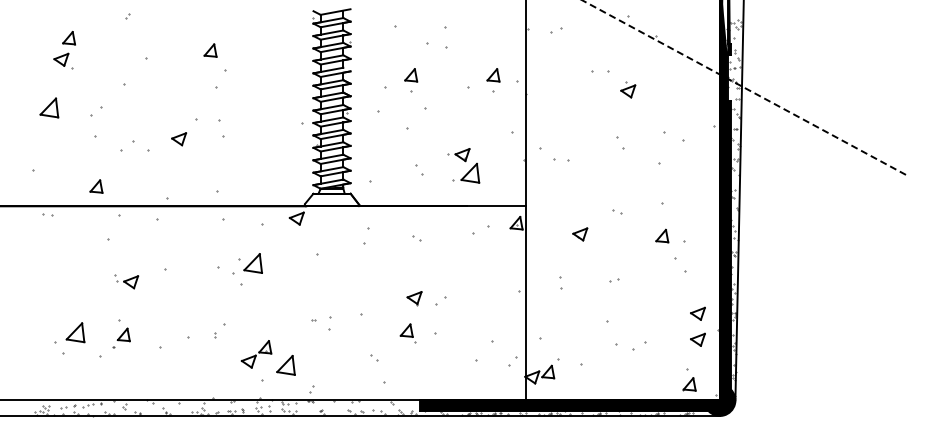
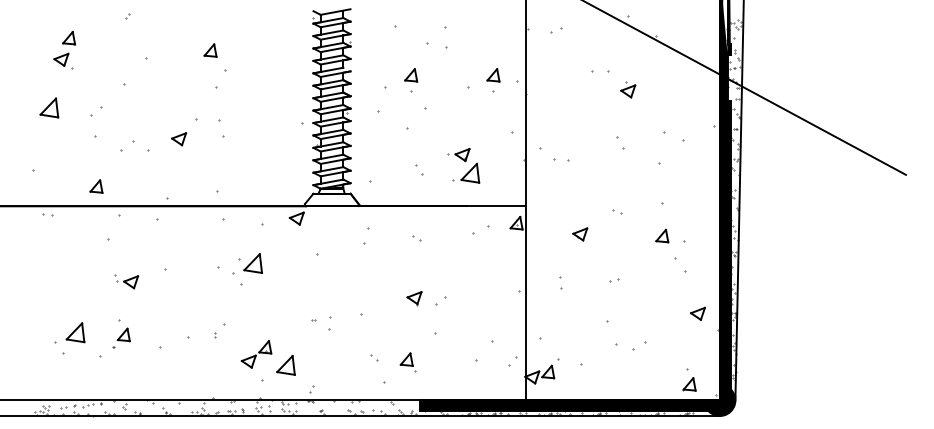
line at (744, 87): dashed -> solid
part at (407, 333) position: (407, 333) -> (407, 362)
part at (697, 339): present -> none
